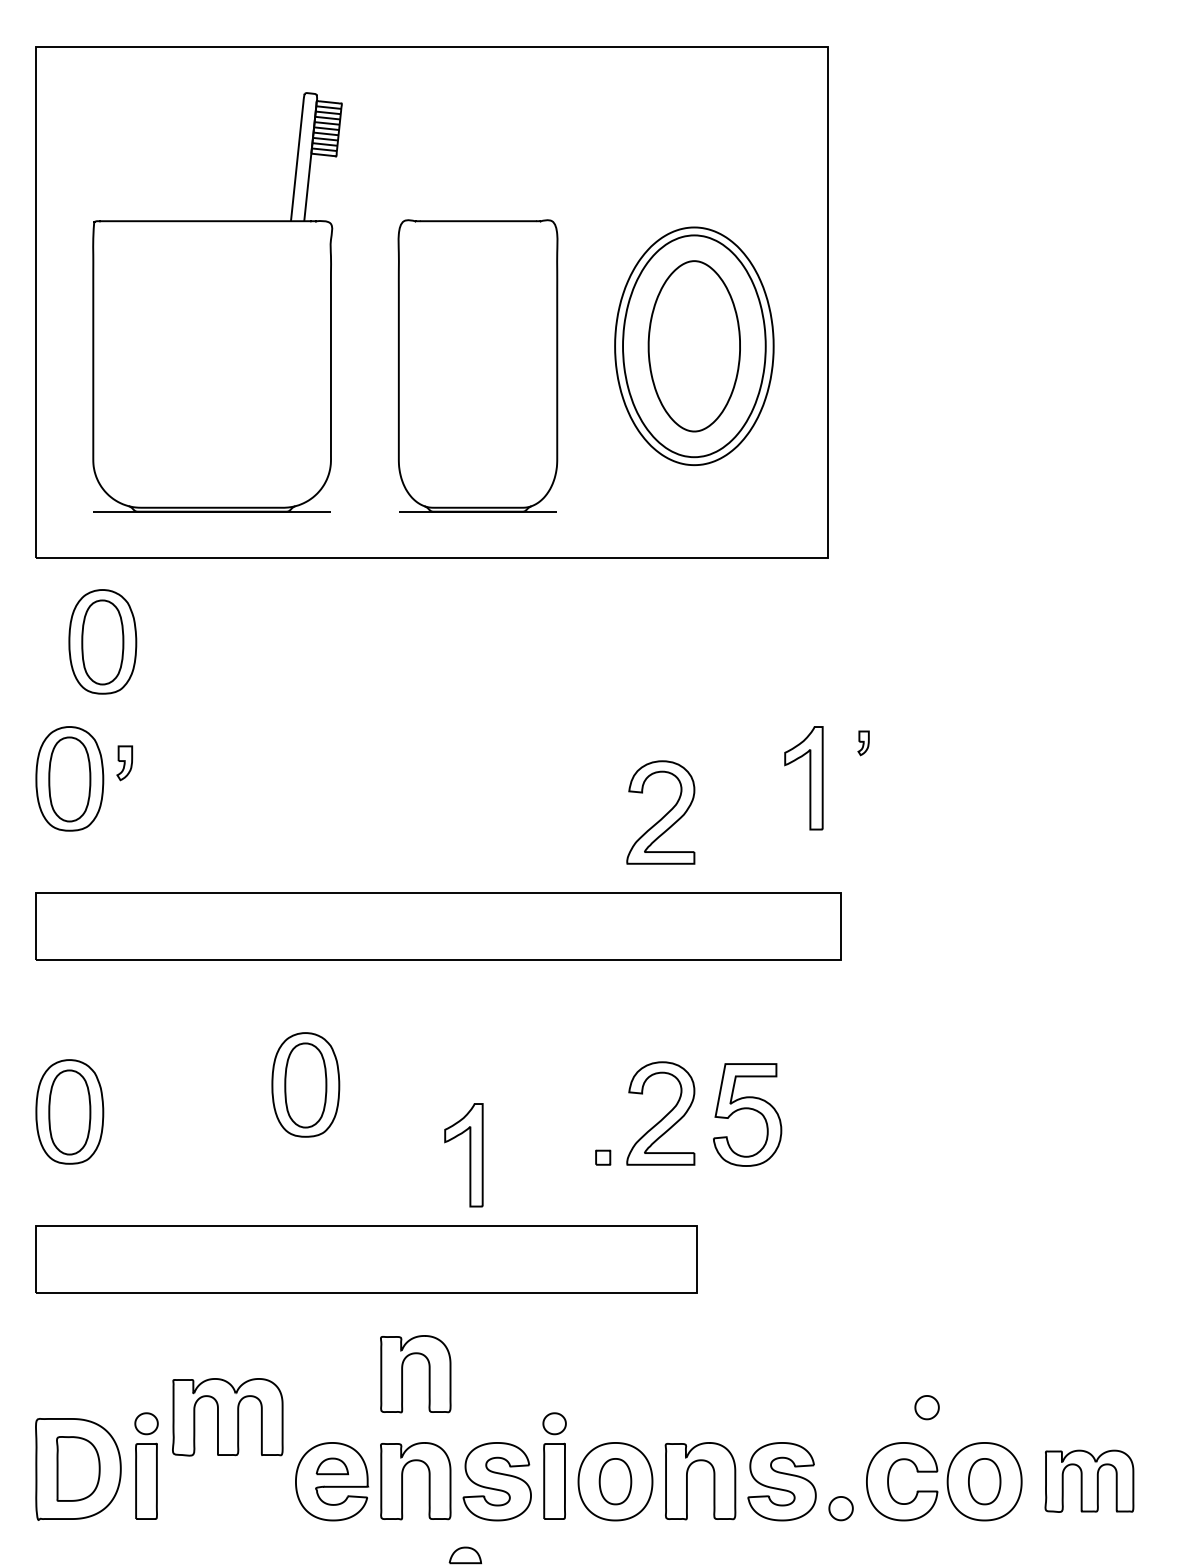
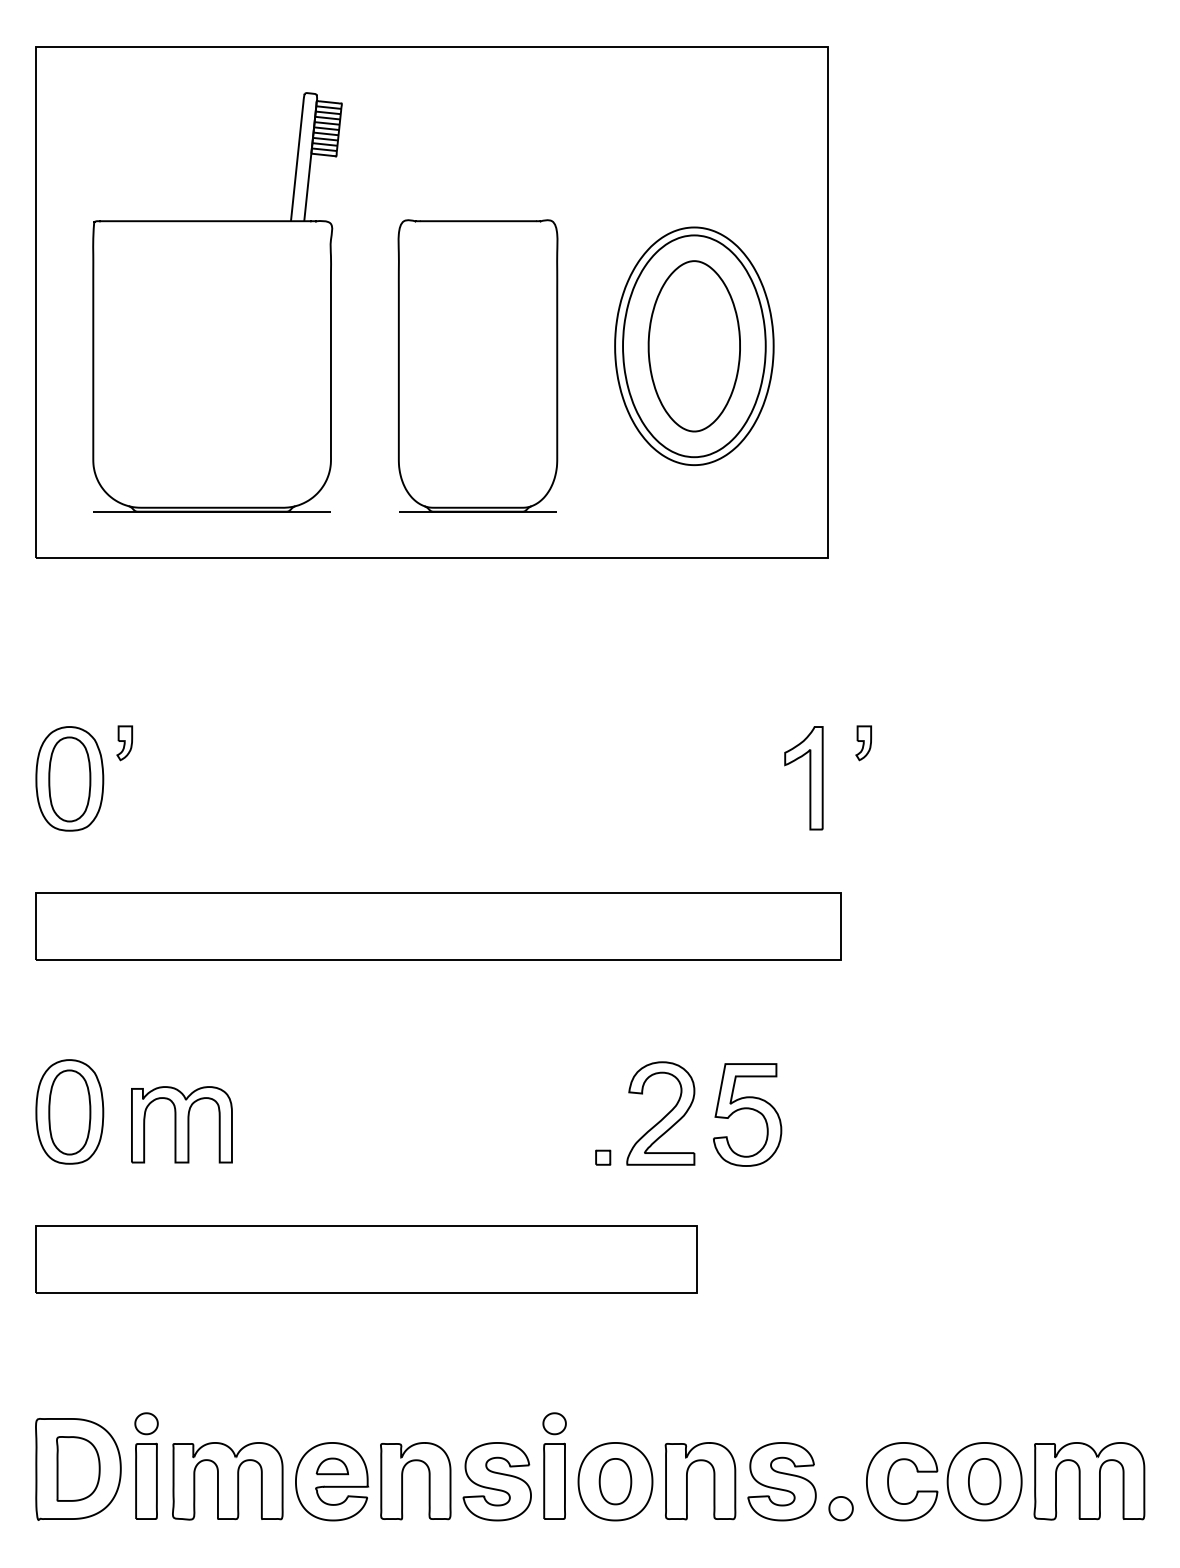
part at (102, 641): present -> none
part at (863, 743) size: 13x27 px -> 17x37 px
part at (124, 763) position: (124, 763) -> (124, 743)
part at (660, 812): present -> none
part at (305, 1084): present -> none
part at (181, 1124): none -> present
part at (463, 1155): present -> none
part at (402, 1374): present -> none
part at (926, 1407): present -> none
part at (227, 1417) position: (227, 1417) -> (227, 1481)
part at (1089, 1480) size: 91x64 px -> 113x79 px
part at (465, 1555): present -> none
